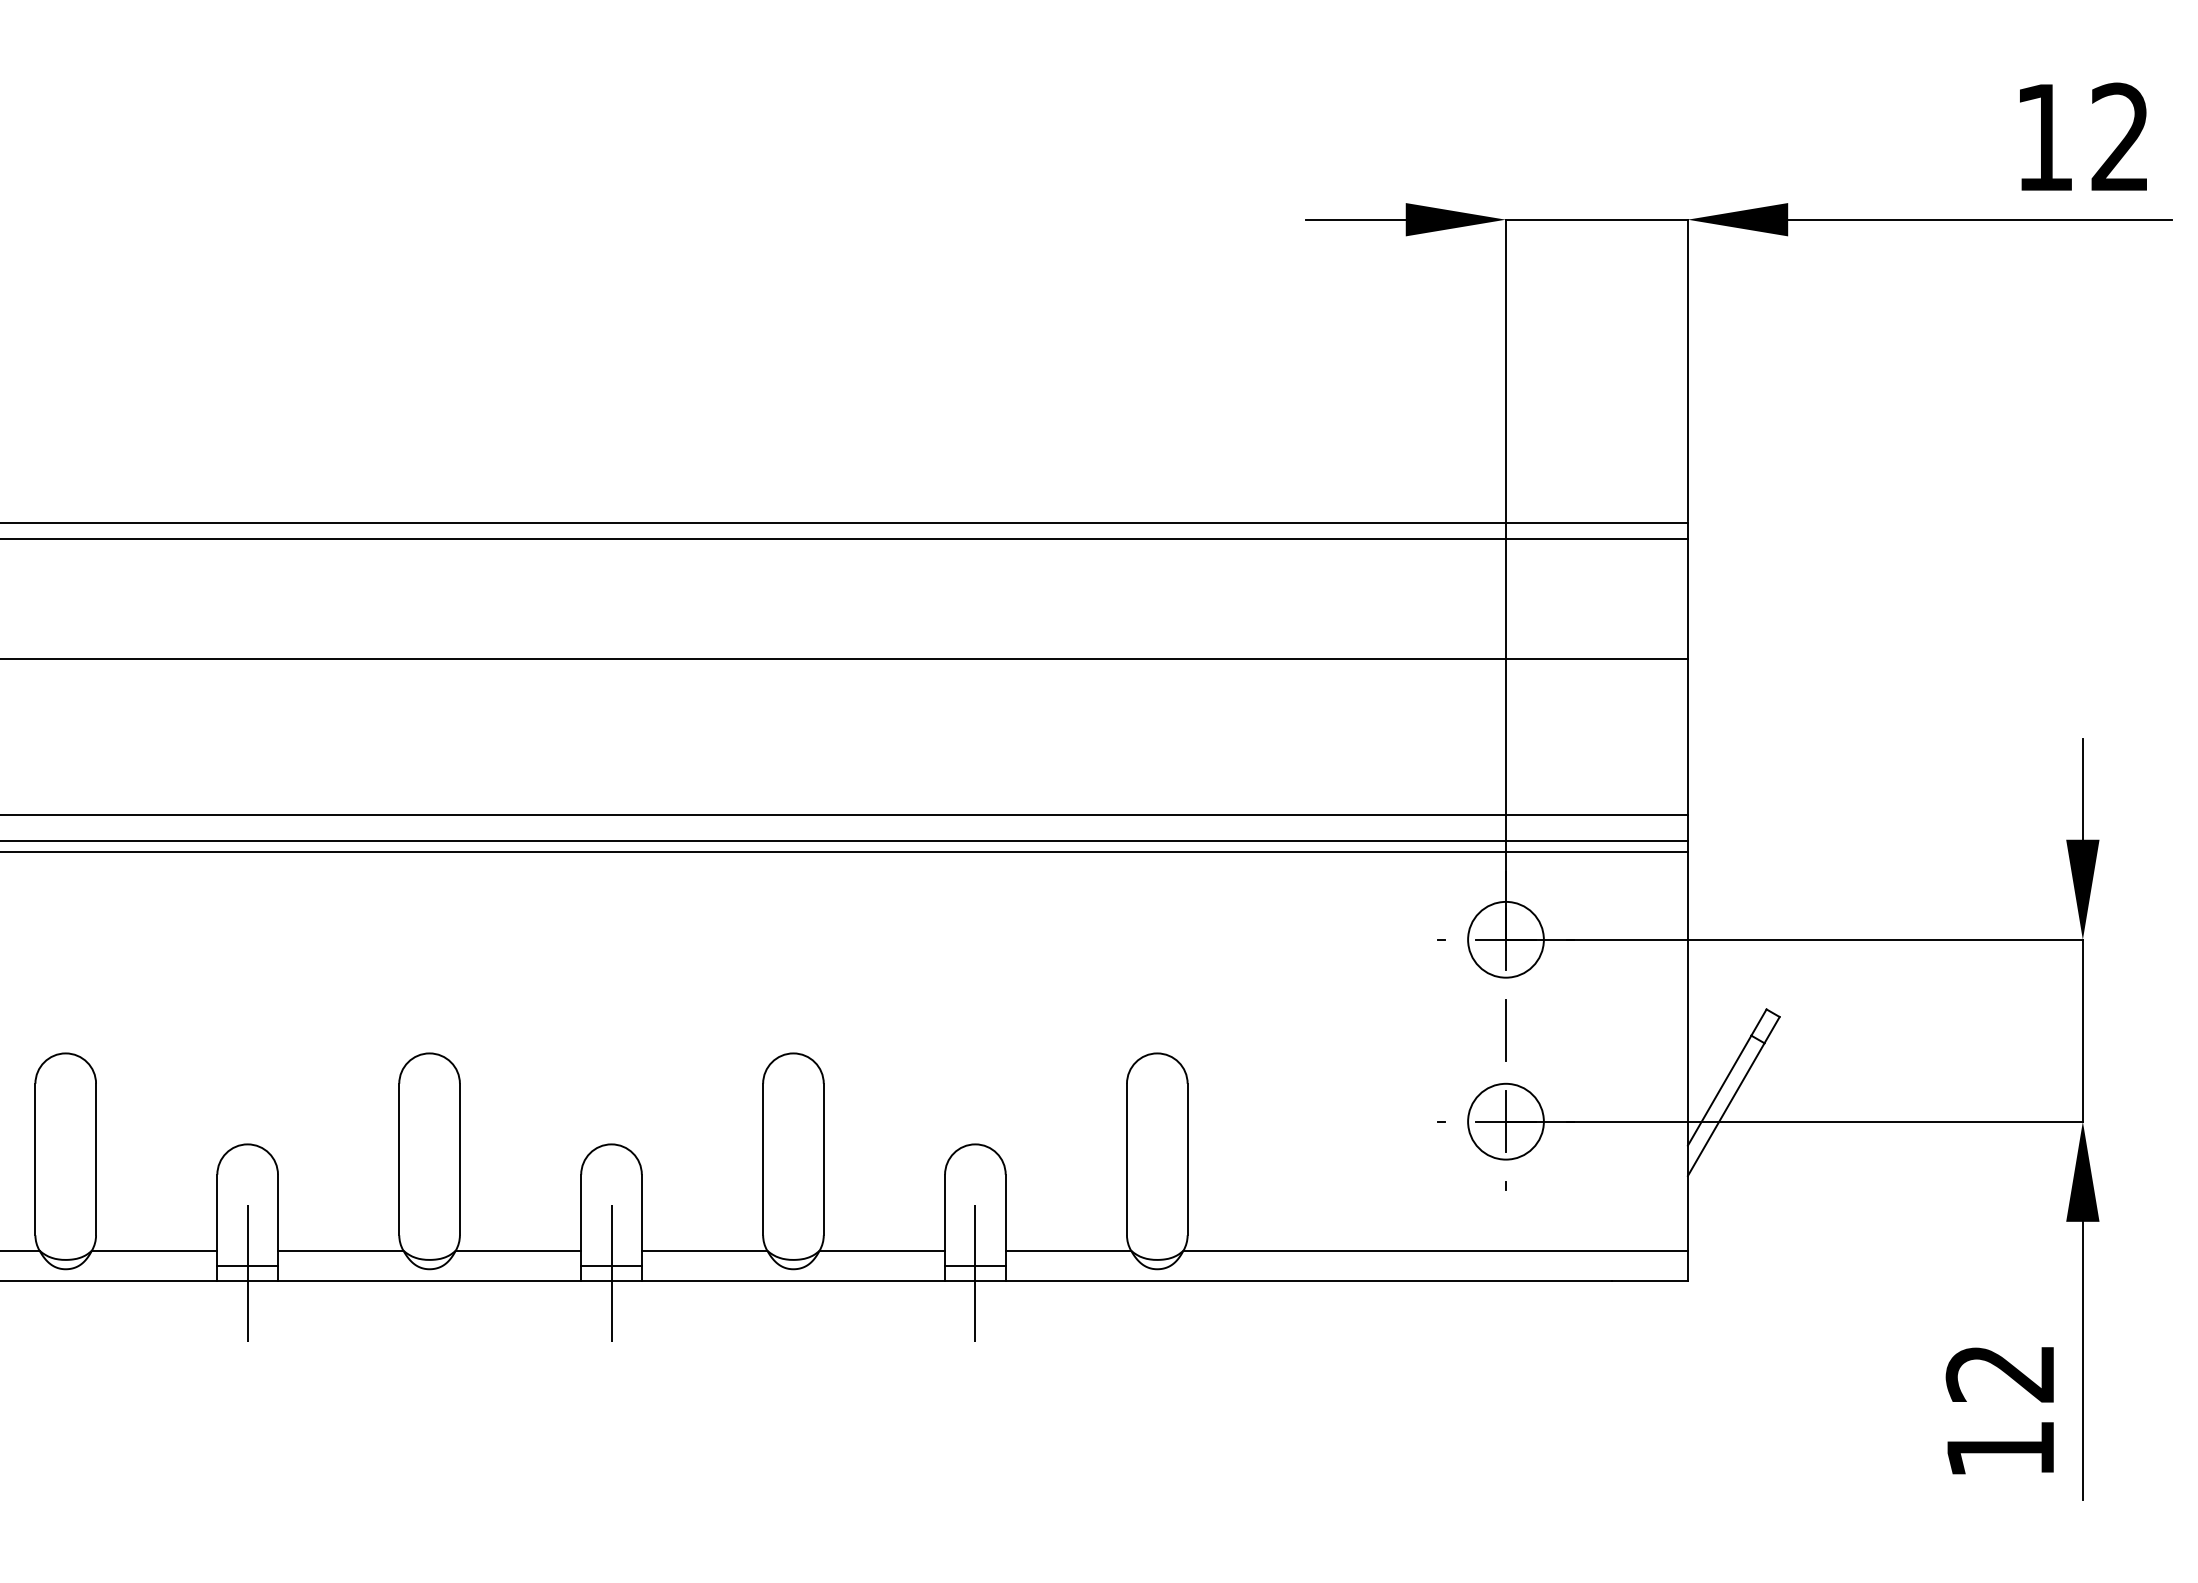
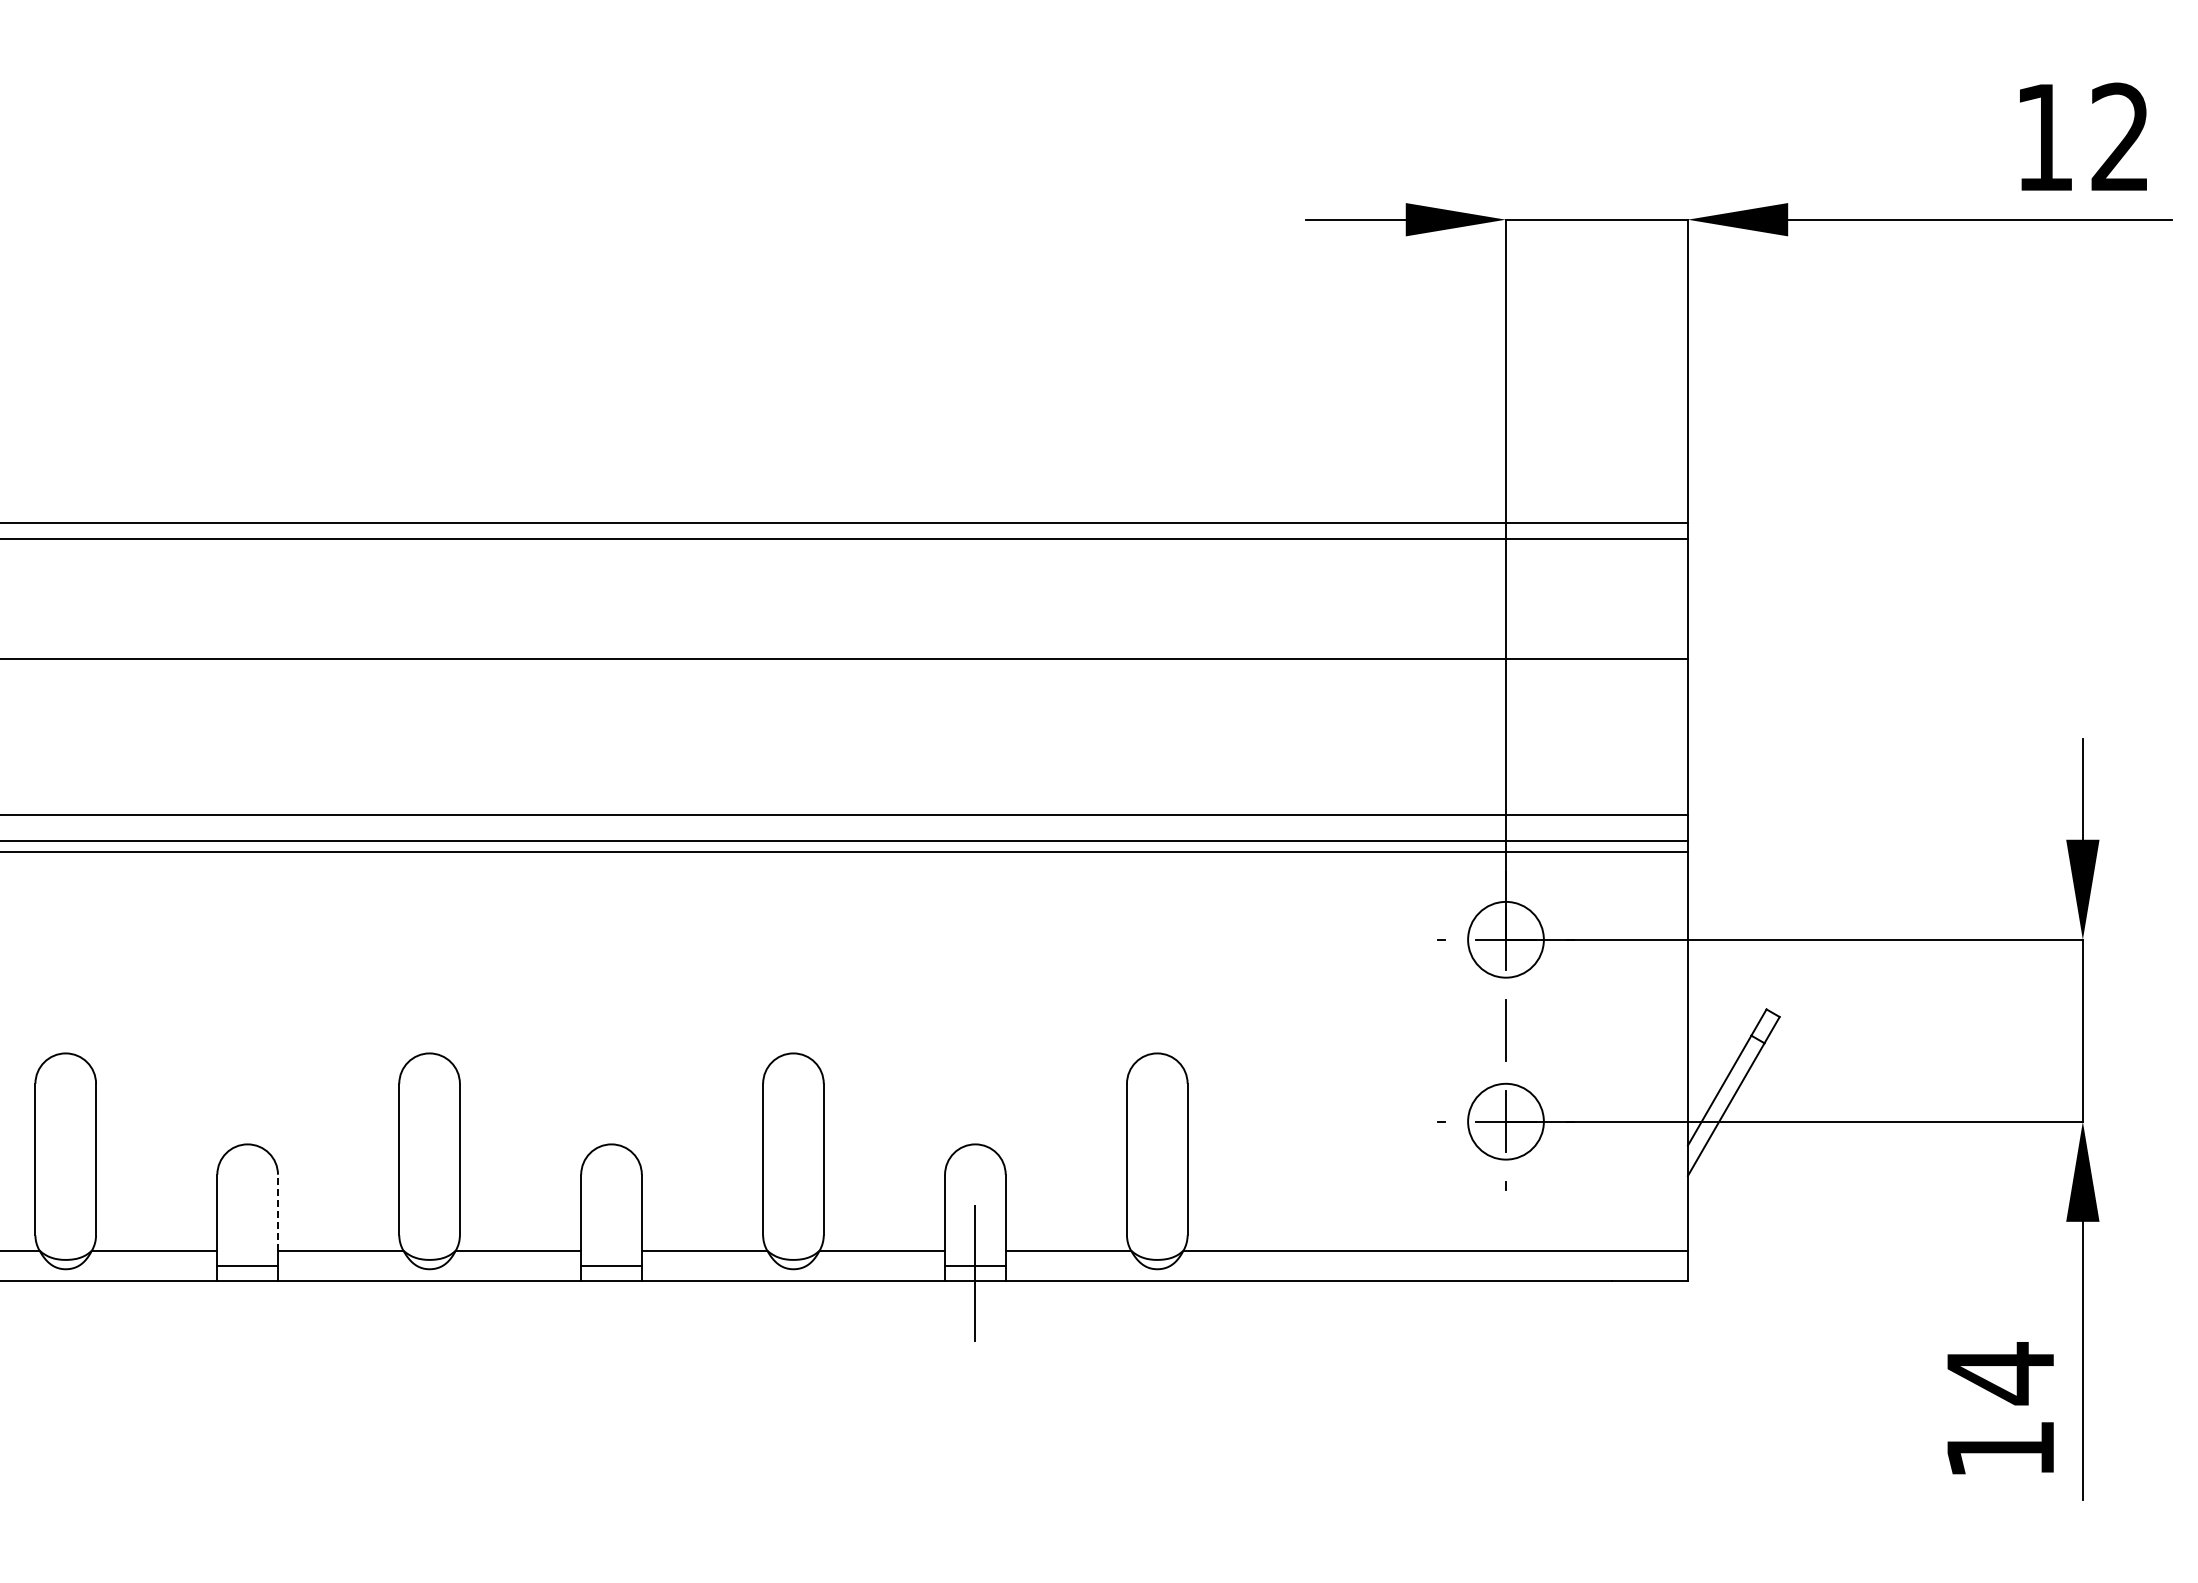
line at (278, 1212): solid -> dashed
line at (247, 1273): present -> none
line at (611, 1273): present -> none
text at (1999, 1373): 12 -> 14
